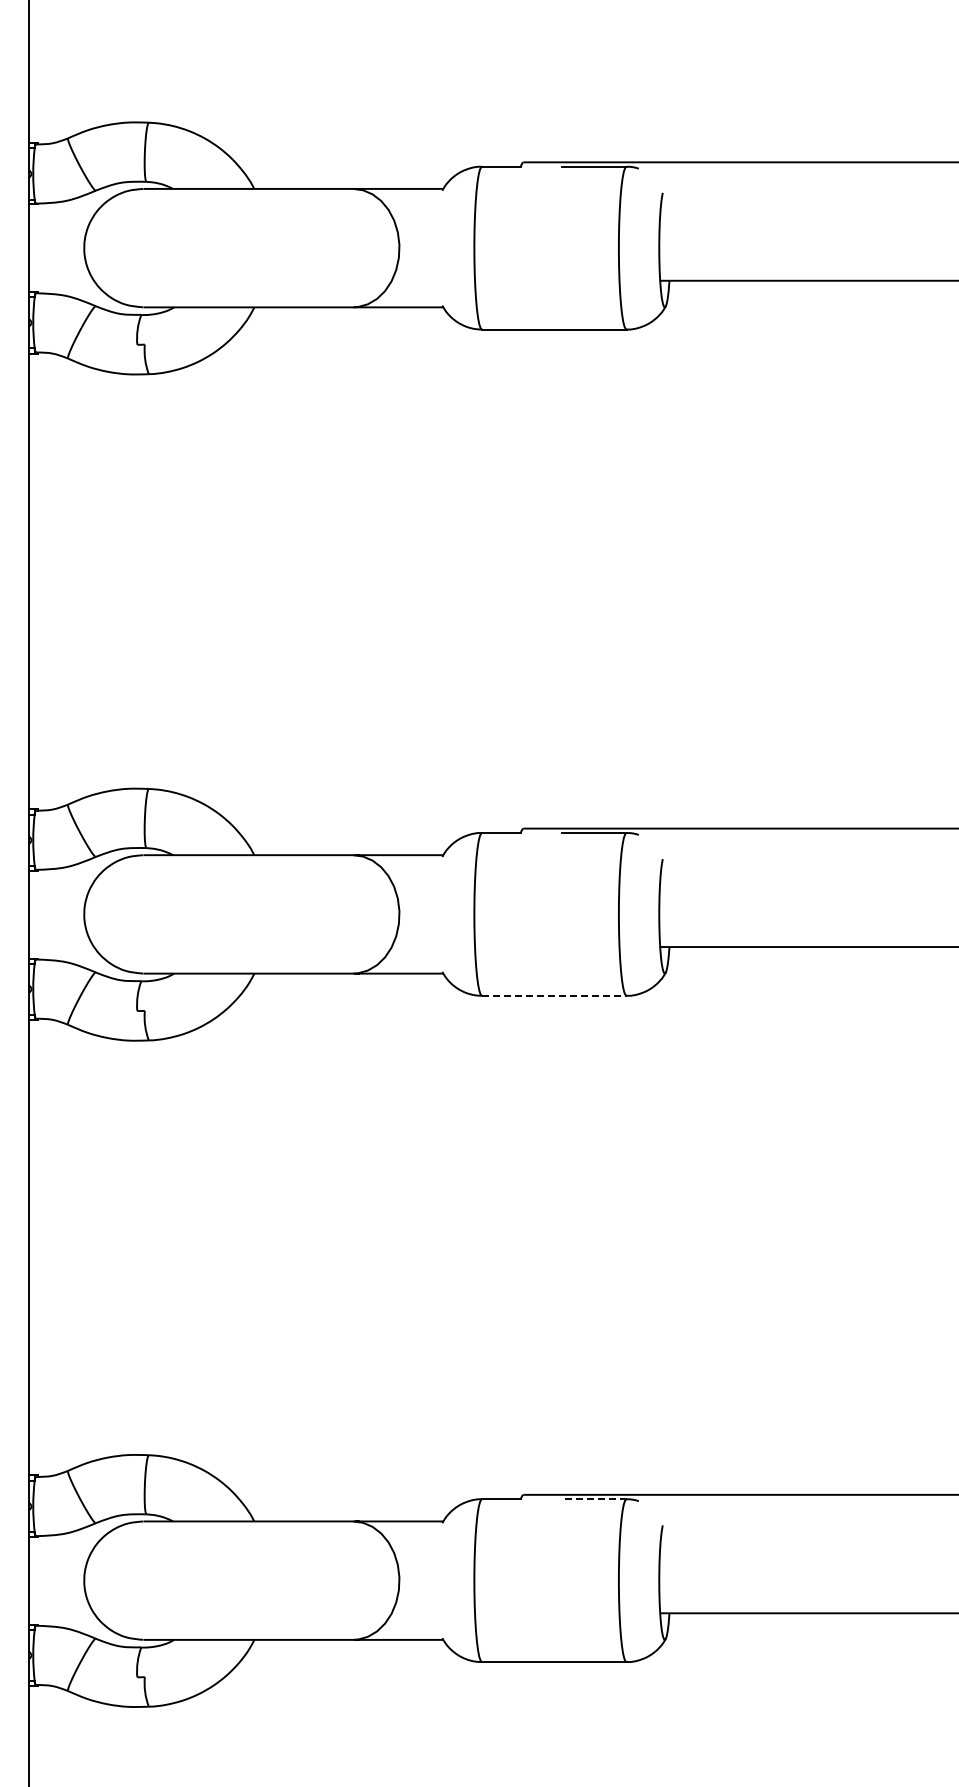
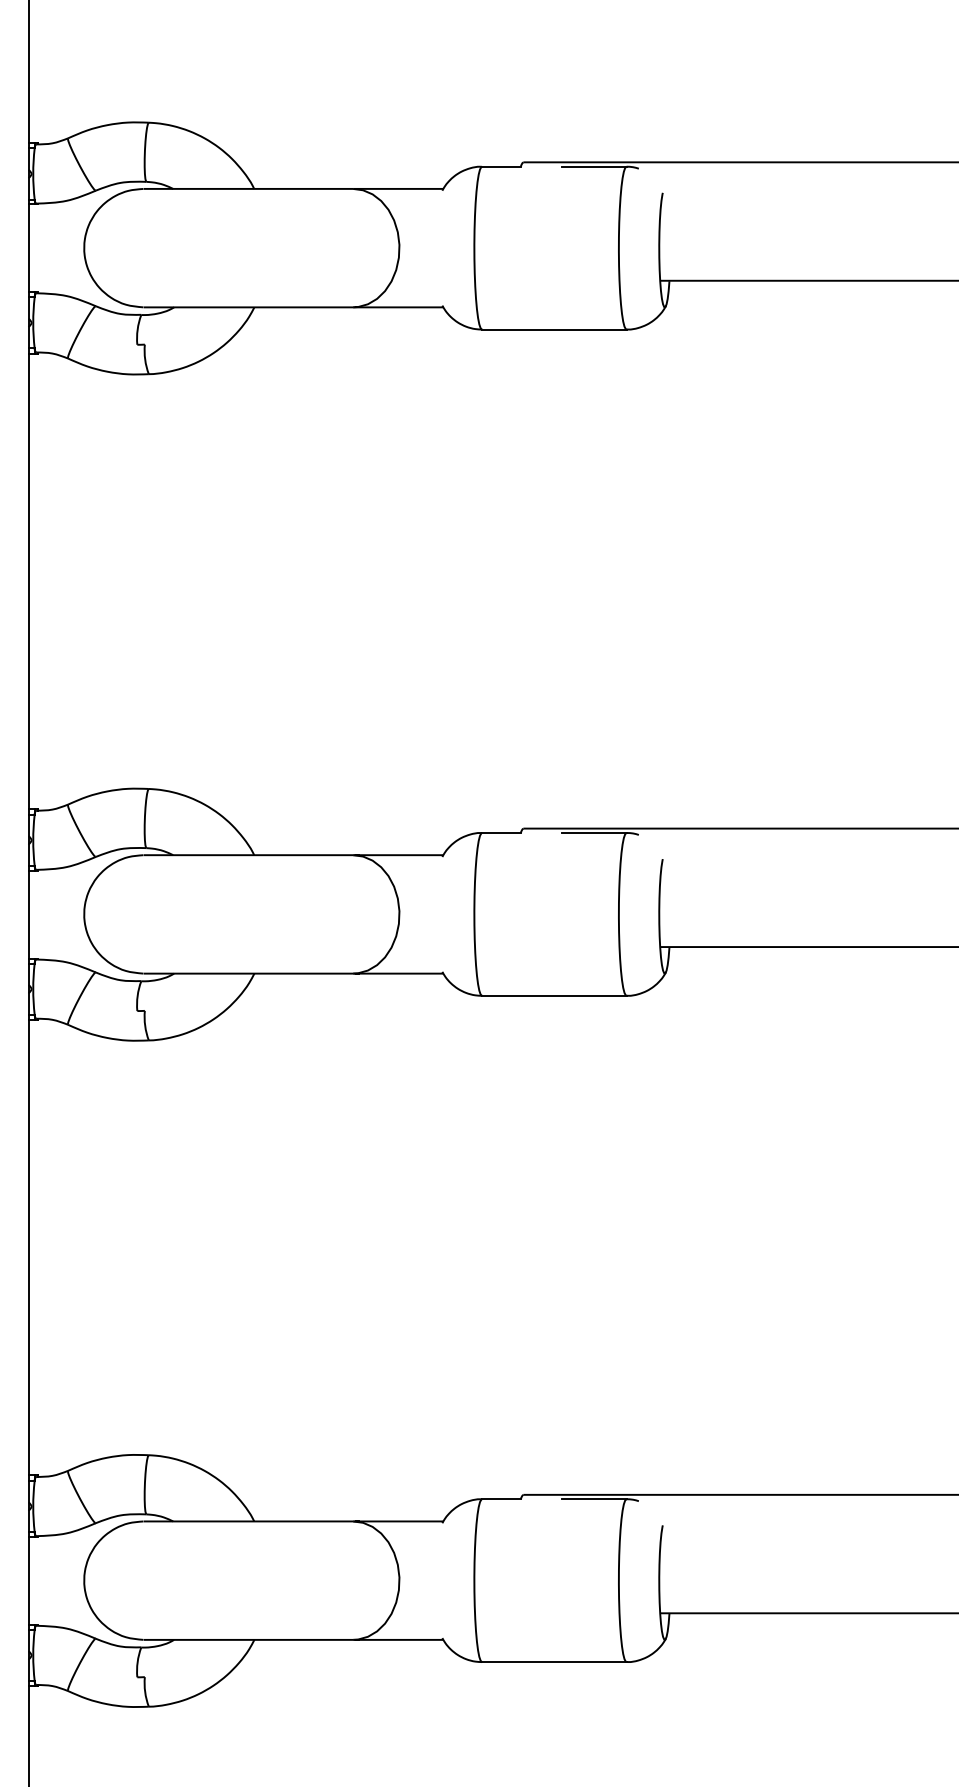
line at (554, 995): dashed -> solid
line at (593, 1499): dashed -> solid
